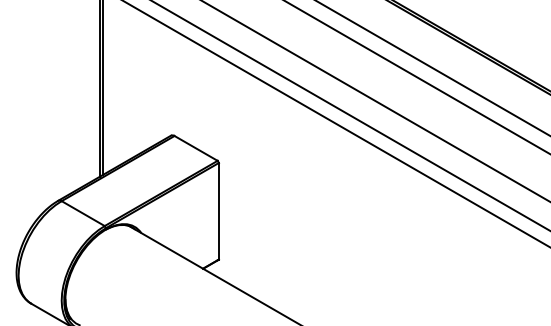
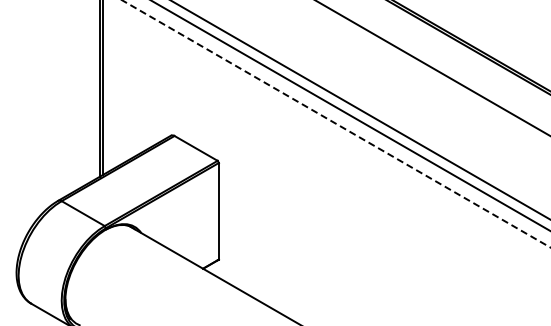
line at (416, 77): present -> none
line at (375, 101) position: (375, 101) -> (360, 109)
line at (335, 123): solid -> dashed
